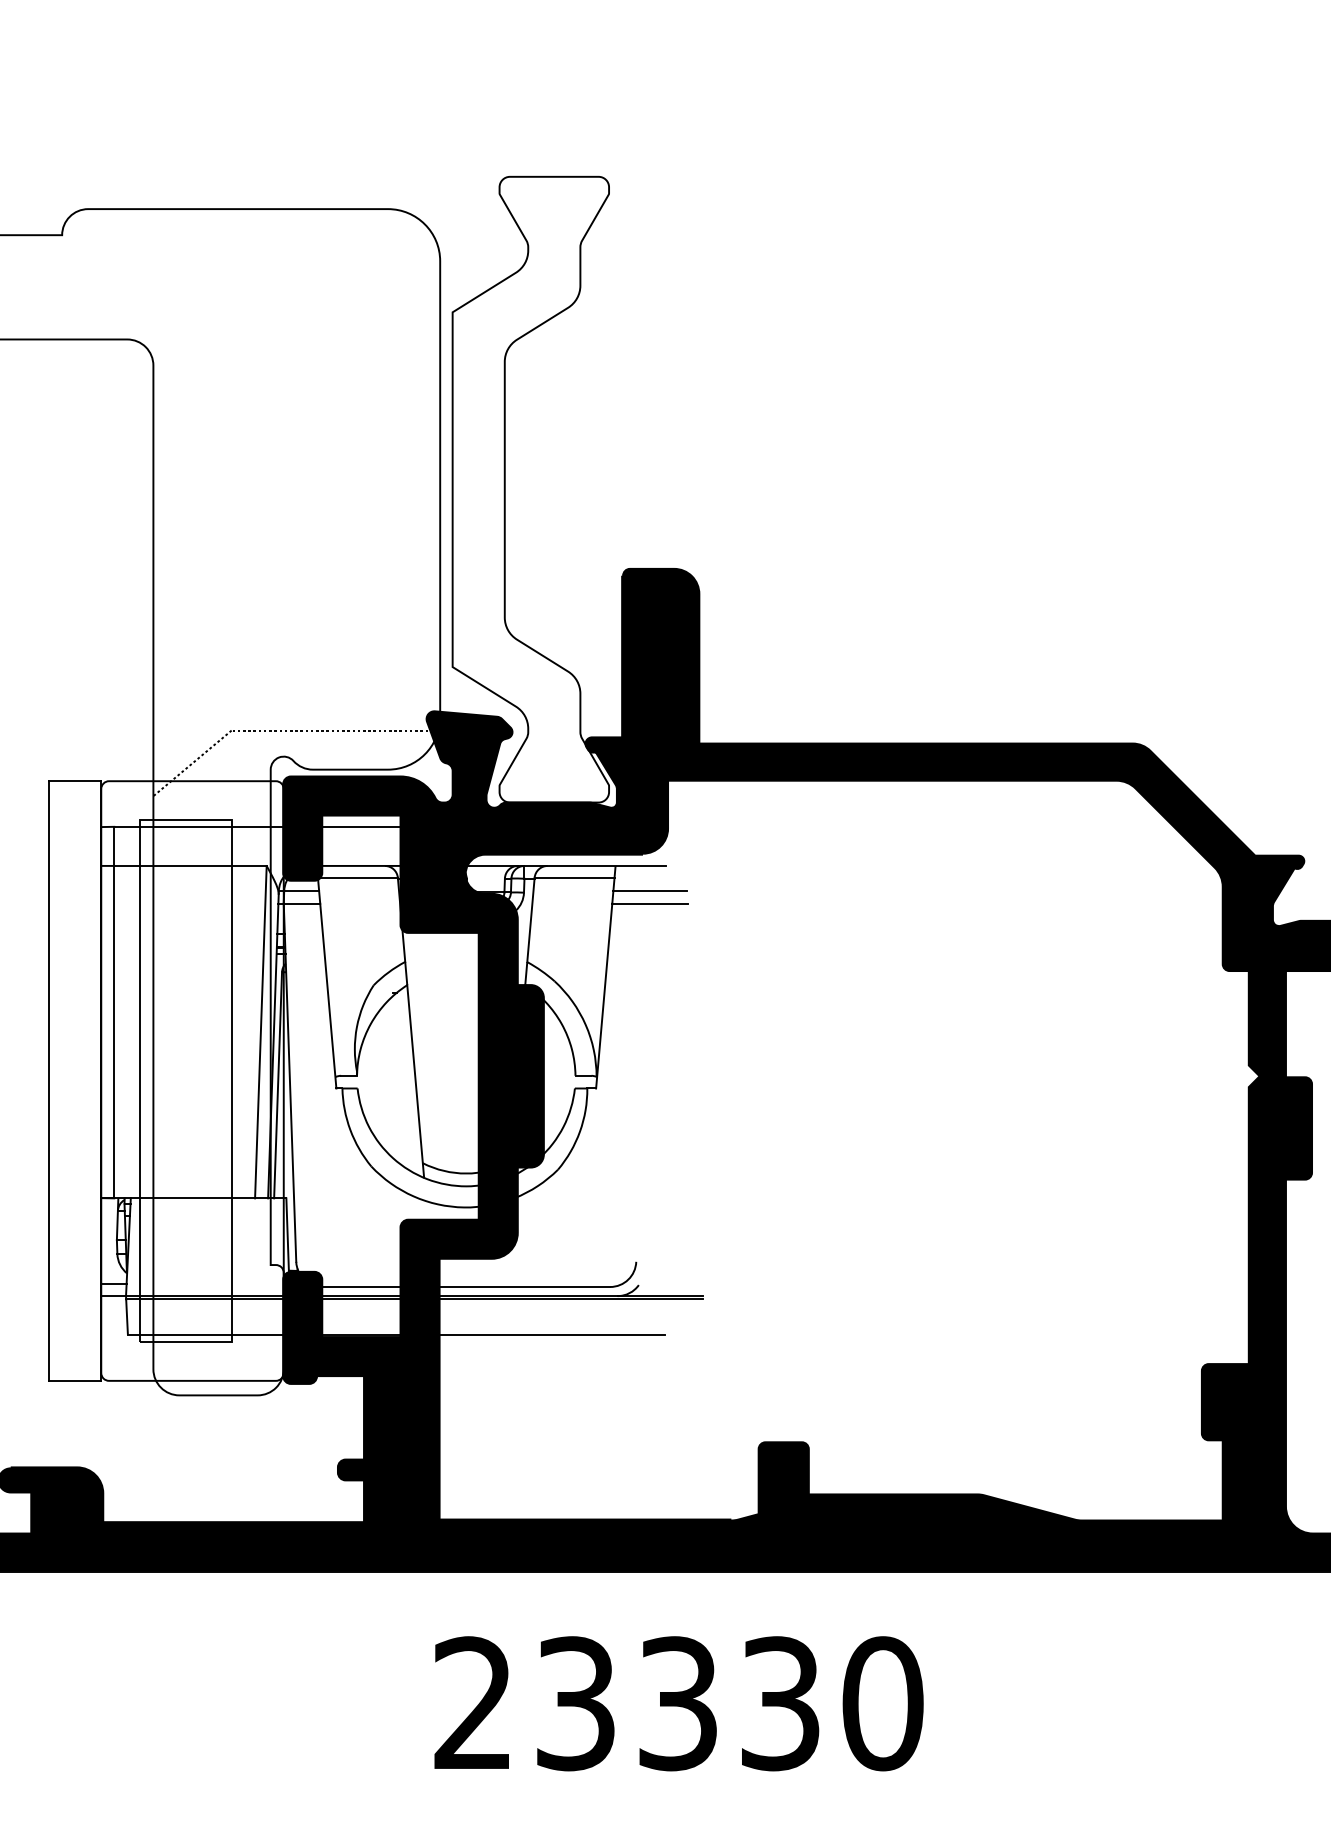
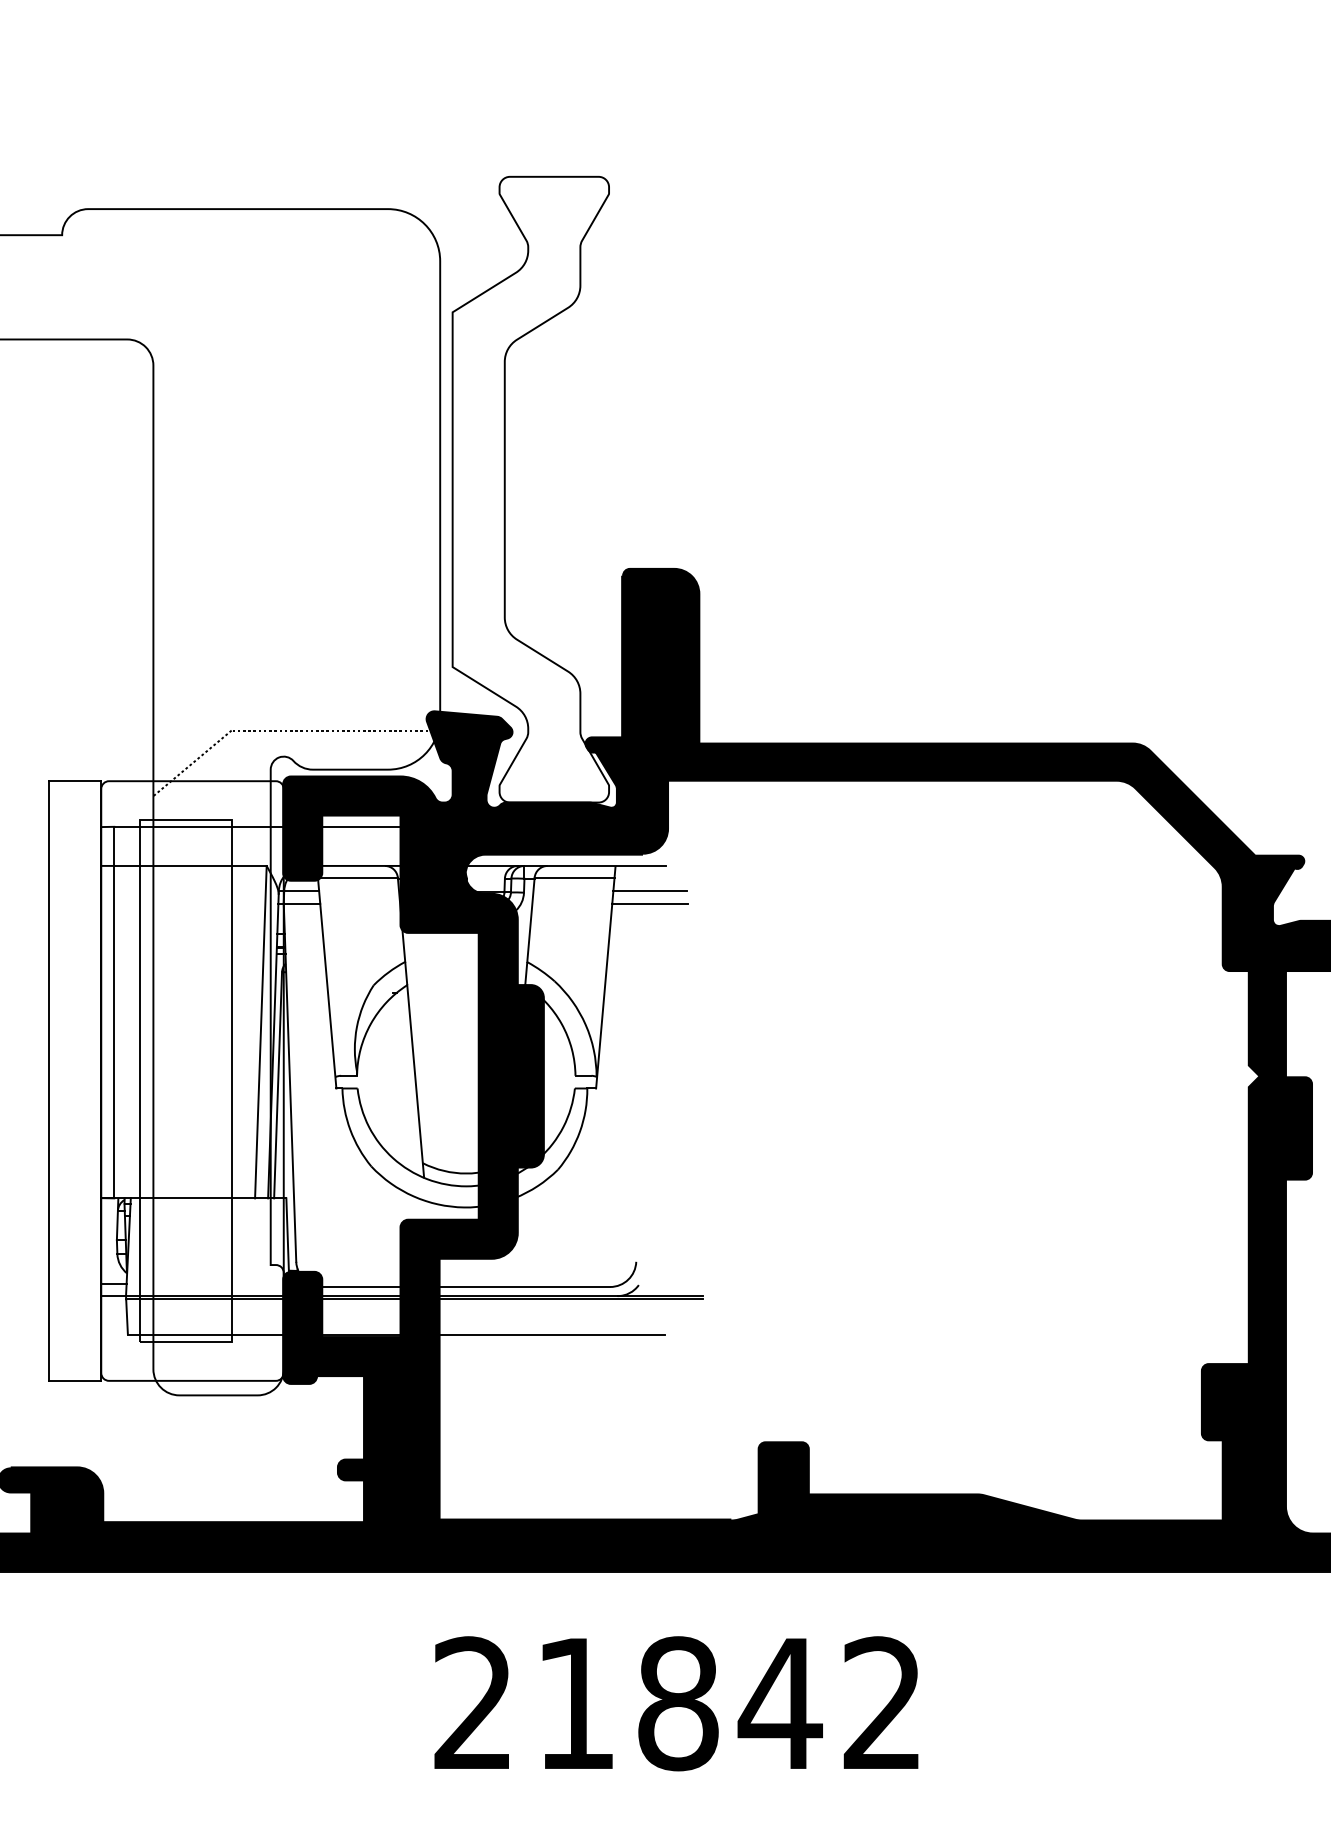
text at (730, 1703): 23330 -> 21842
